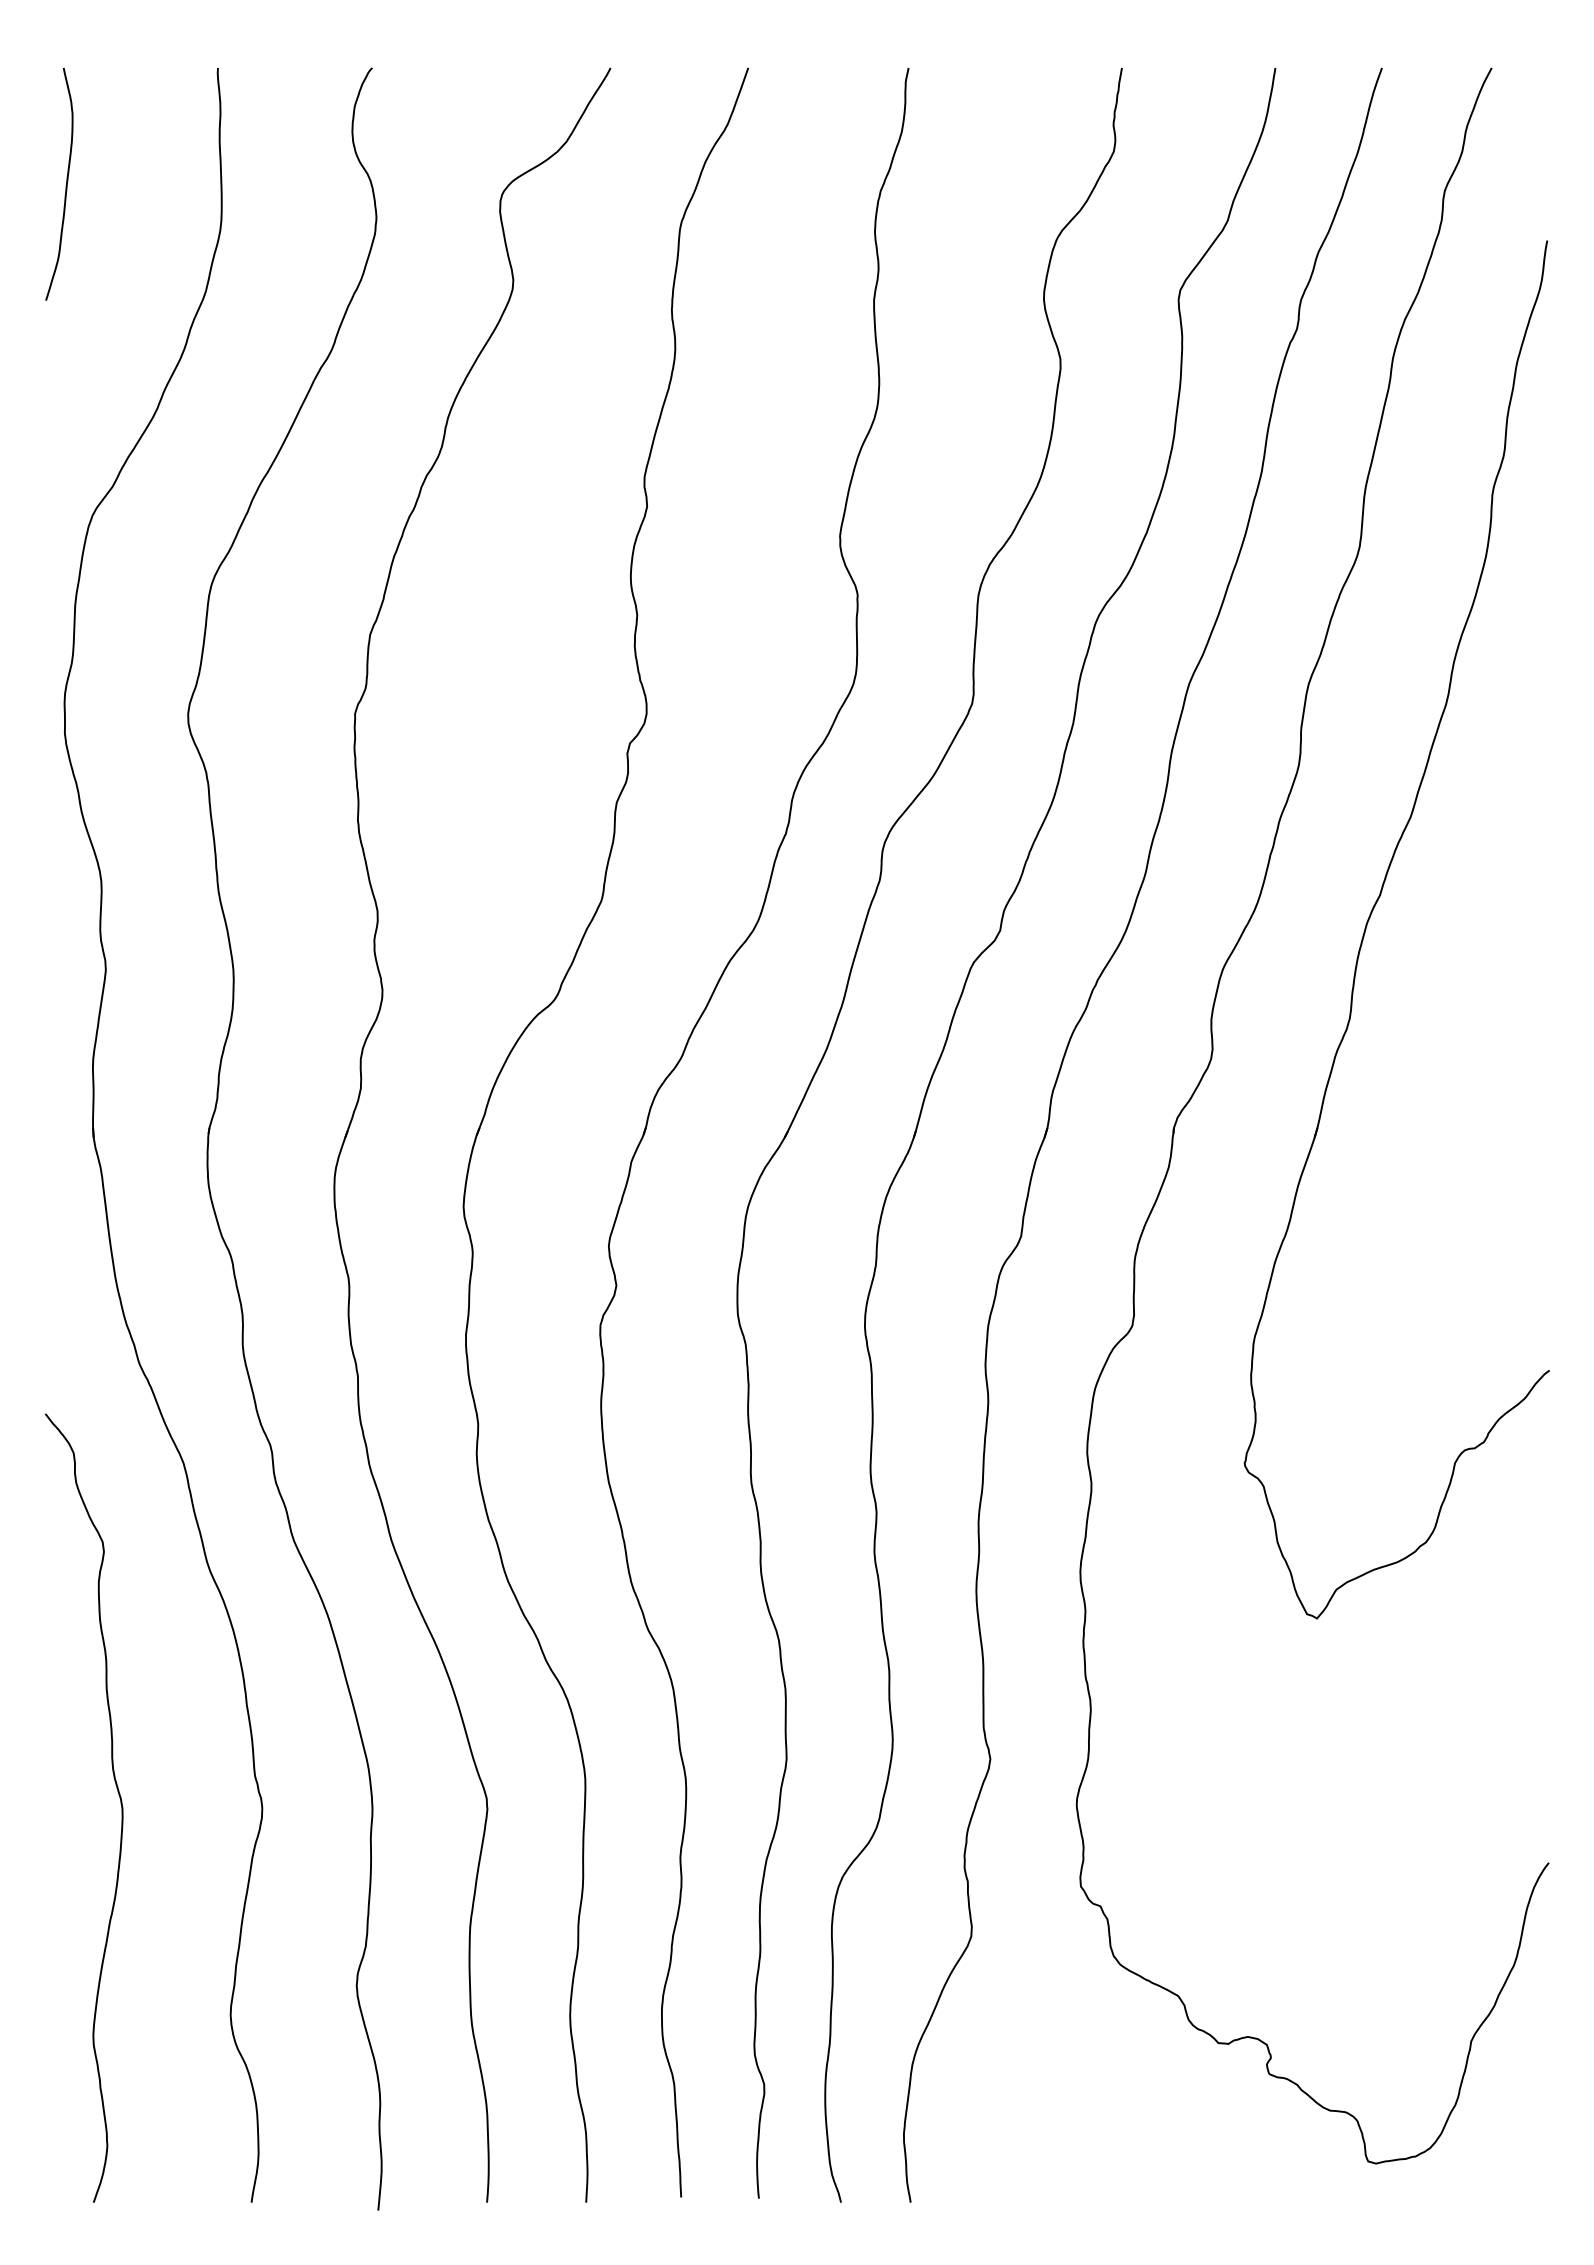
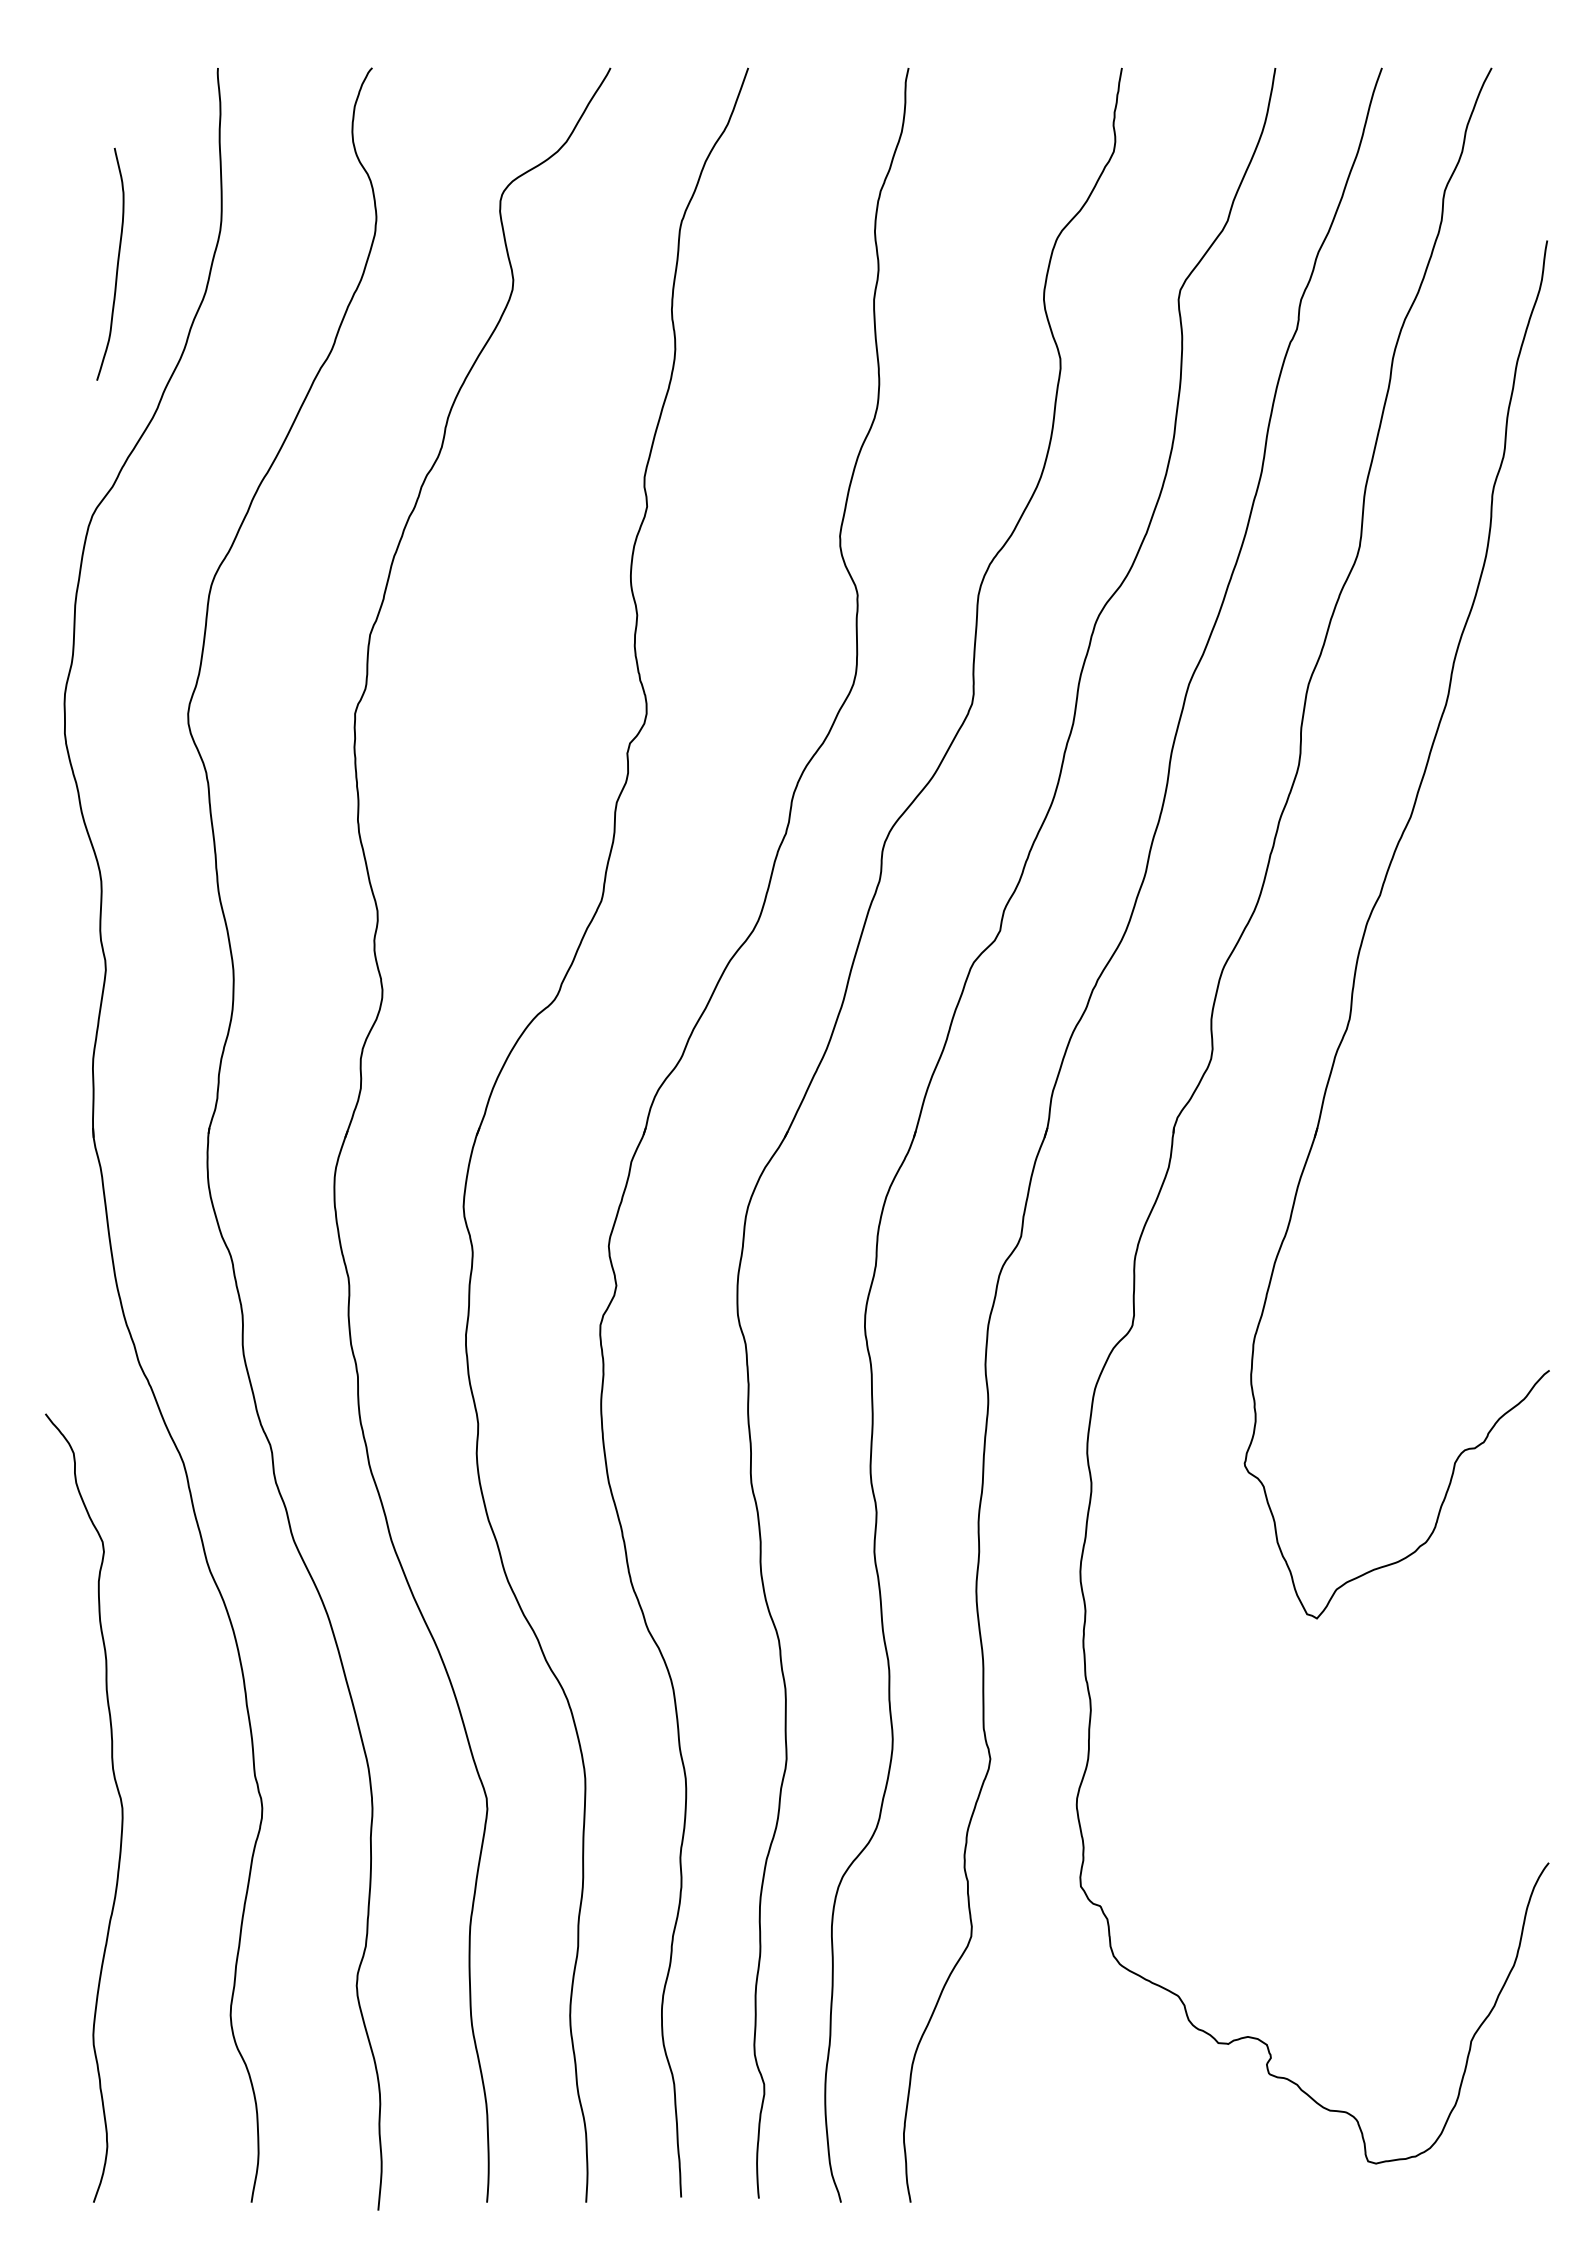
curve at (65, 185) position: (65, 185) -> (116, 265)
